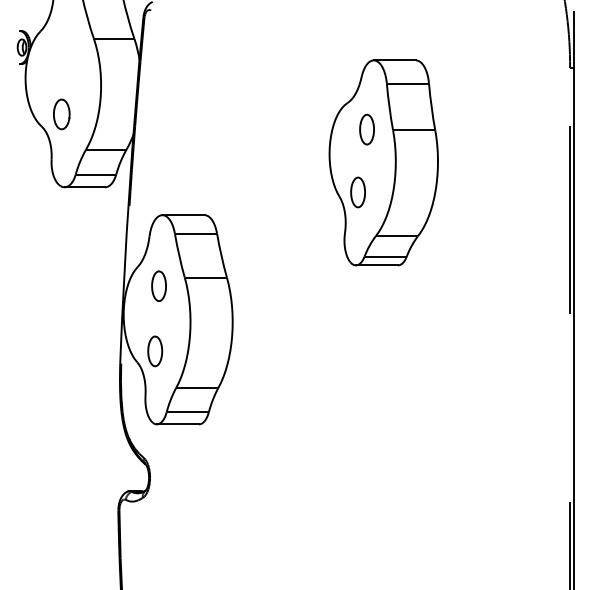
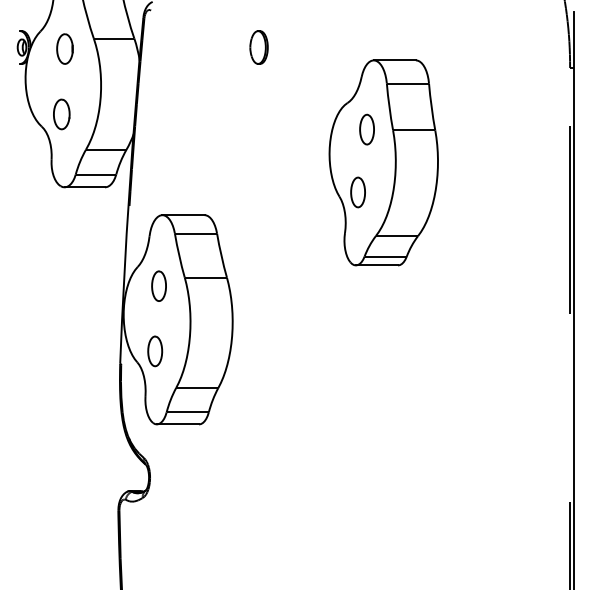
part at (258, 47): none -> present
part at (64, 48): none -> present
